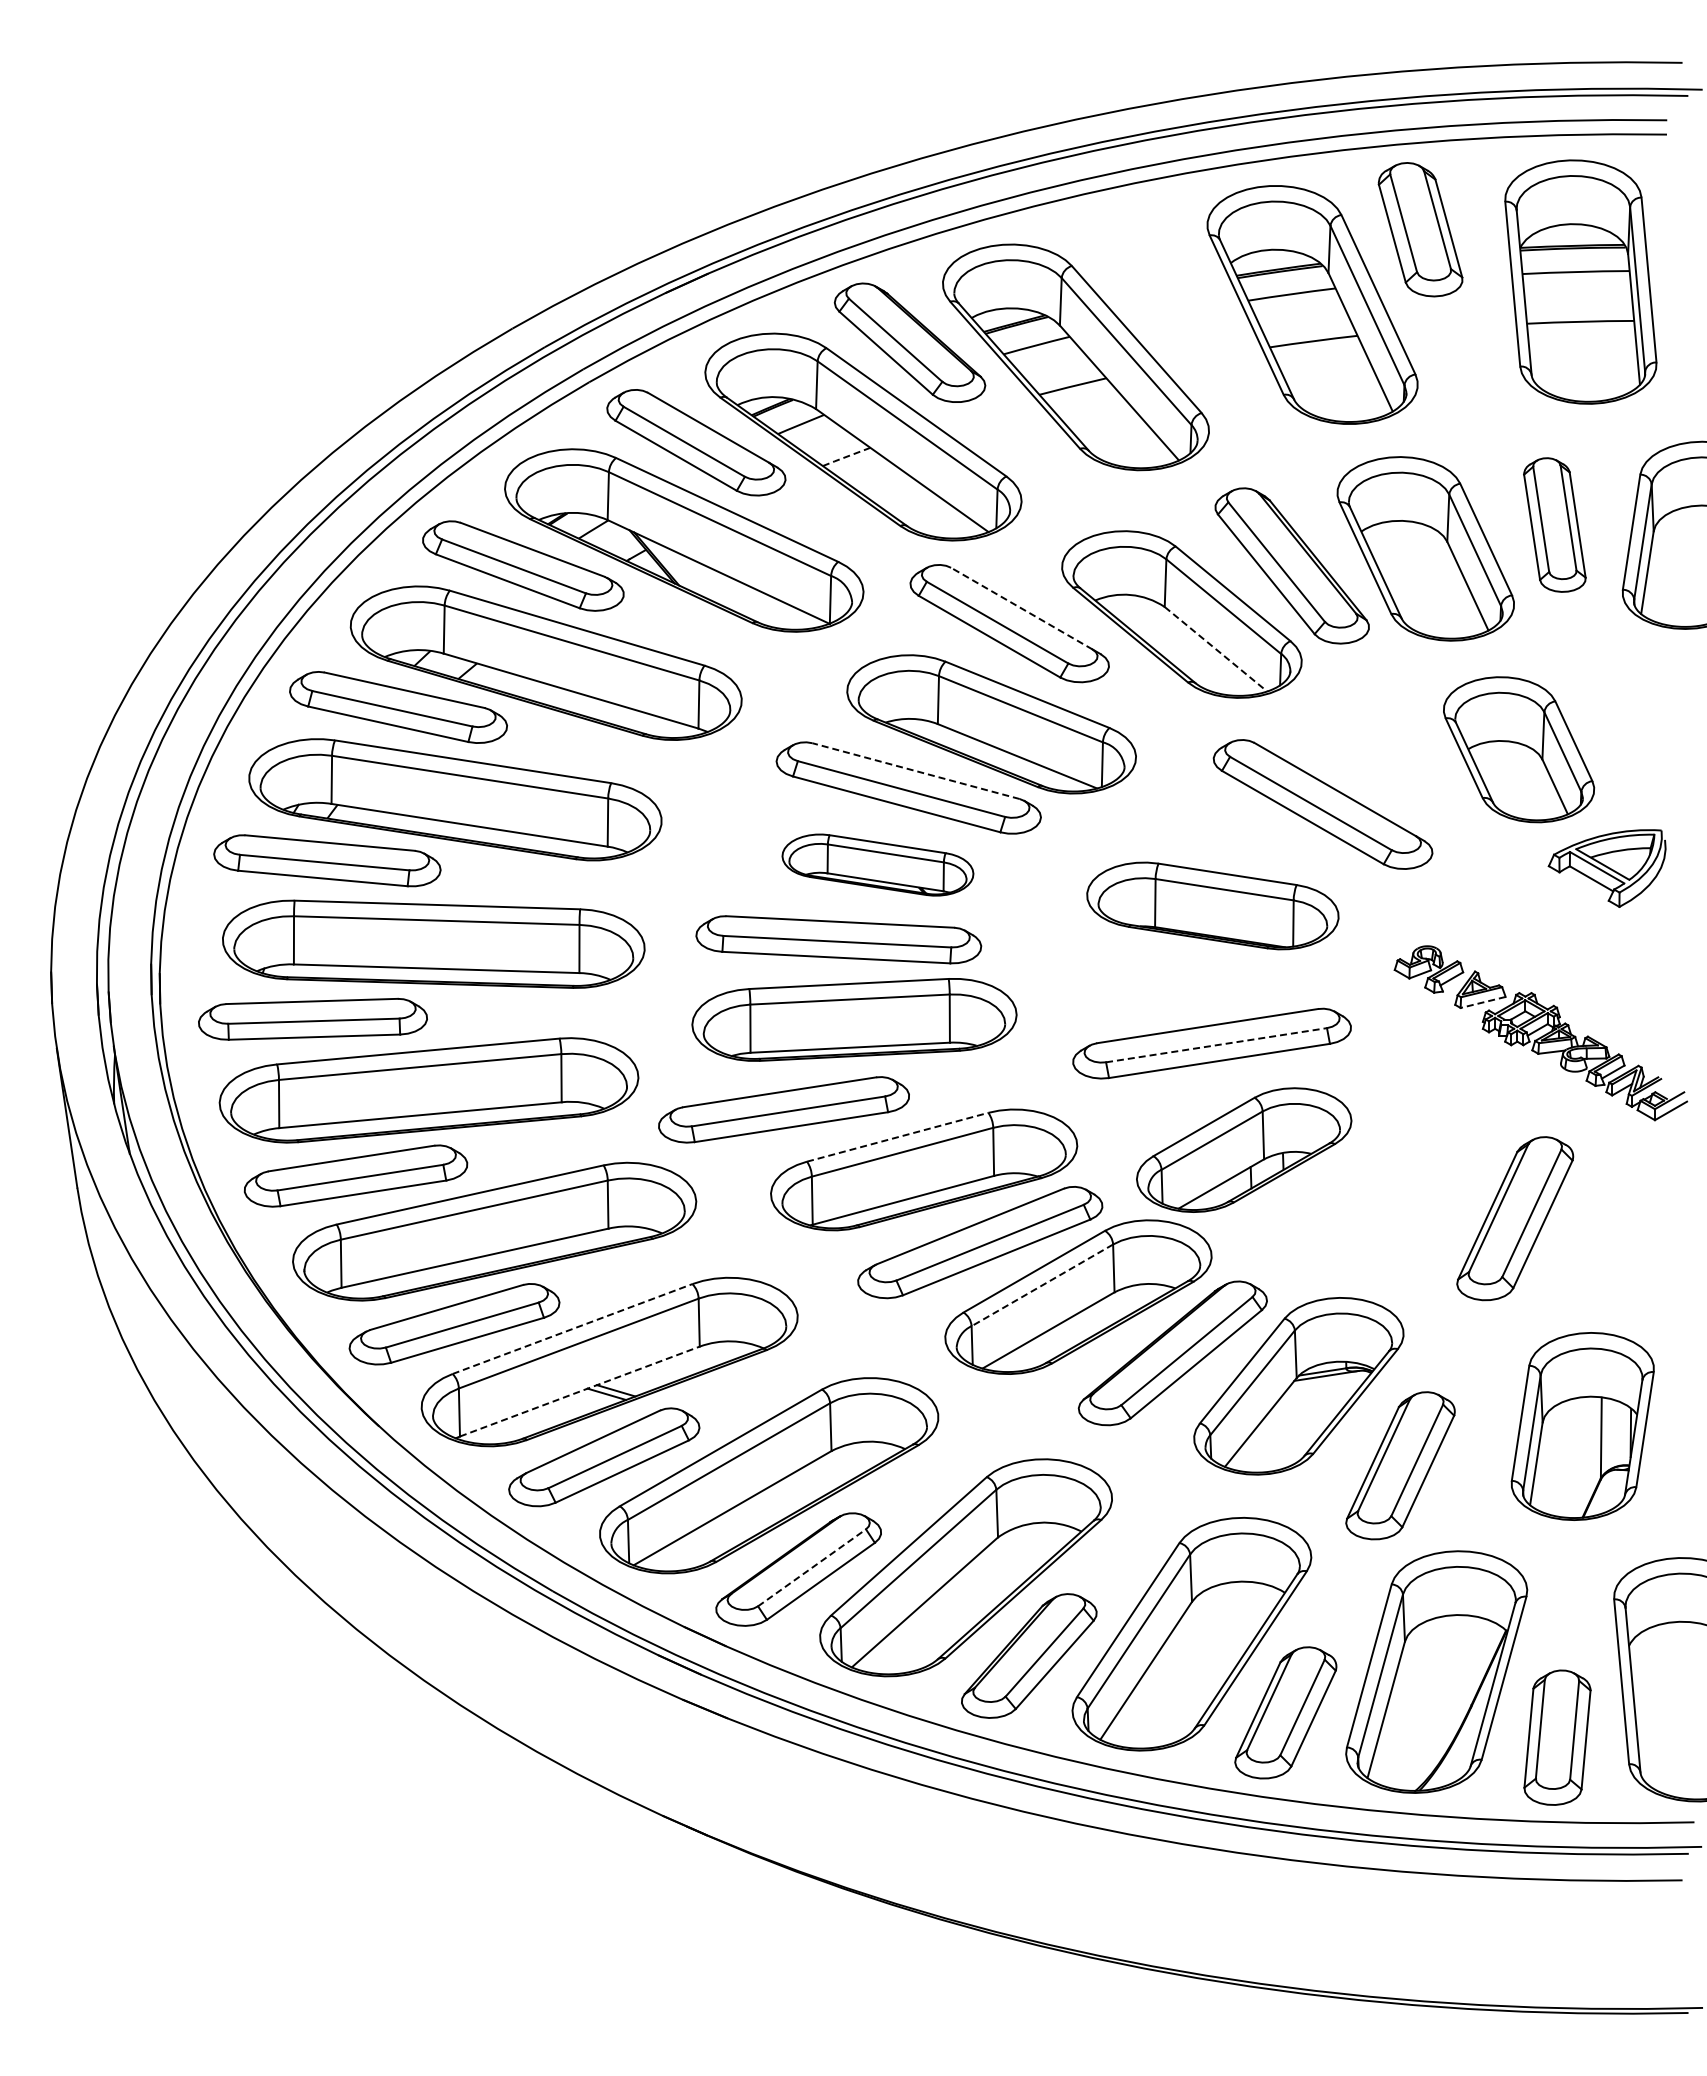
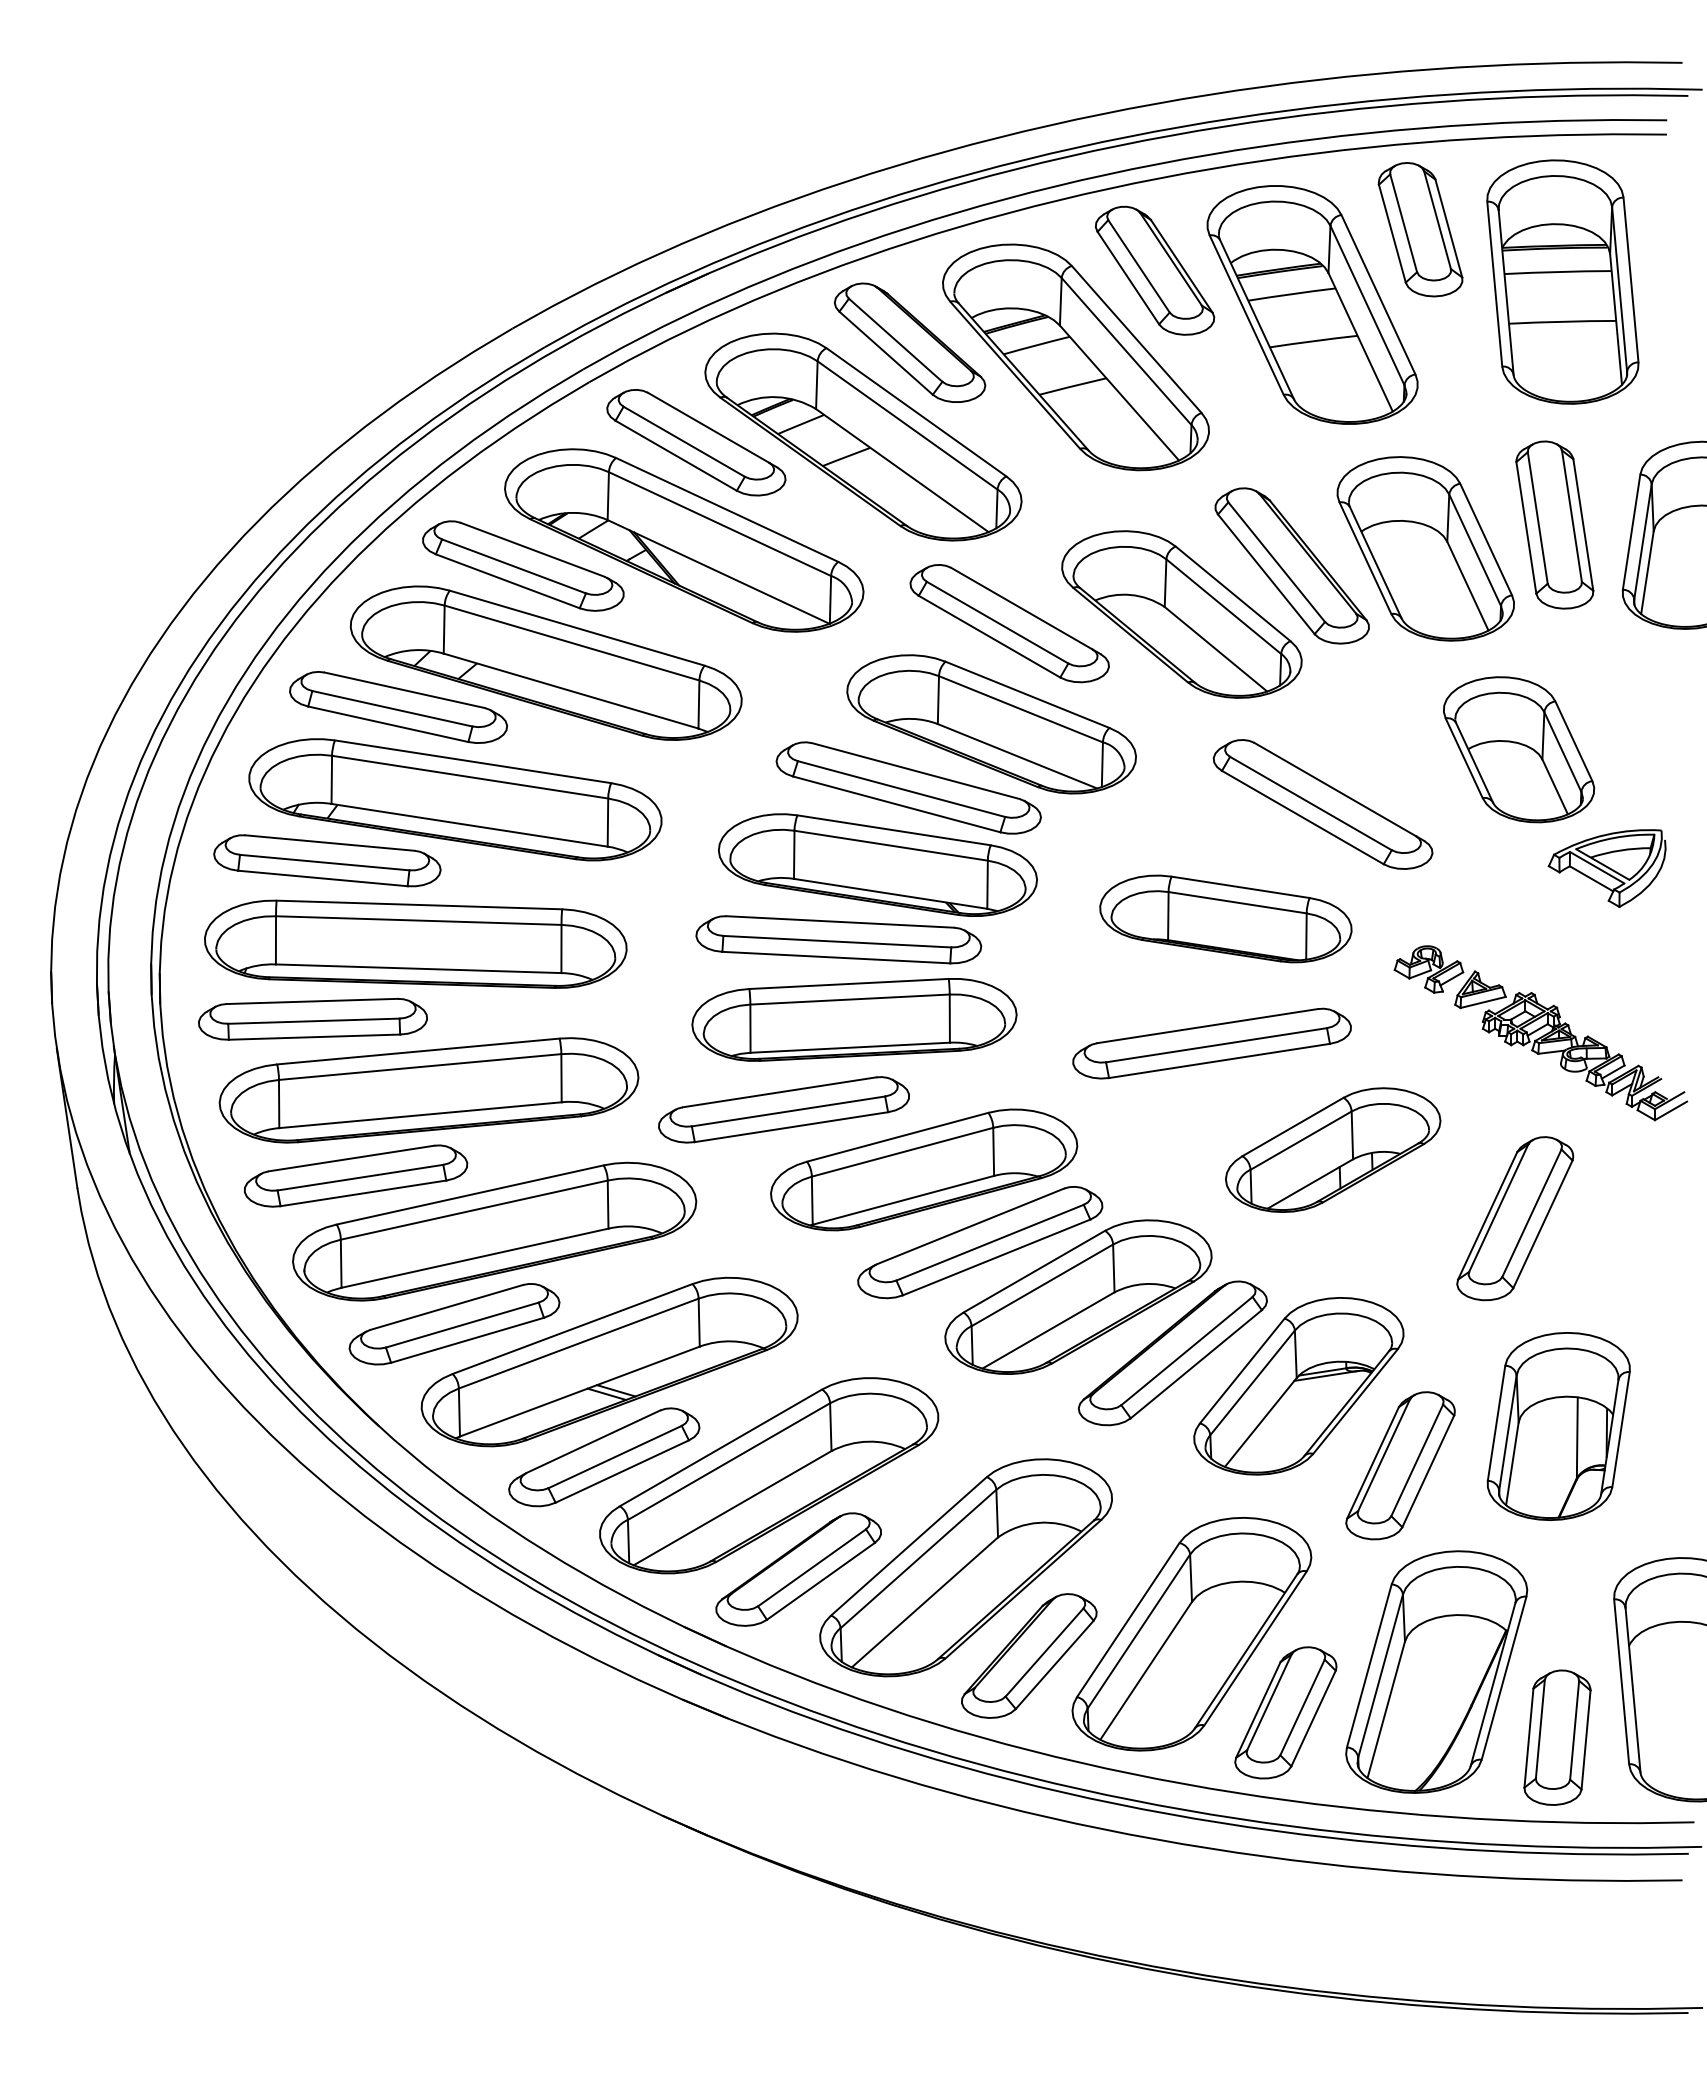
part at (1155, 270): none -> present
part at (1580, 281) position: (1580, 281) -> (1562, 281)
line at (846, 456): dashed -> solid
part at (1554, 524) size: 64x136 px -> 80x170 px
line at (1021, 608): dashed -> solid
line at (1216, 649): dashed -> solid
line at (915, 770): dashed -> solid
part at (877, 864) size: 194x64 px -> 320x104 px
part at (1212, 905) position: (1212, 905) -> (1225, 918)
part at (433, 943) position: (433, 943) -> (415, 943)
line at (1482, 1002): dashed -> solid
line at (1216, 1045): dashed -> solid
line at (897, 1137): dashed -> solid
part at (1244, 1149) position: (1244, 1149) -> (1333, 1149)
line at (1042, 1285): dashed -> solid
line at (573, 1328): dashed -> solid
line at (580, 1391): dashed -> solid
part at (1582, 1426) position: (1582, 1426) -> (1558, 1426)
line at (812, 1567): dashed -> solid
